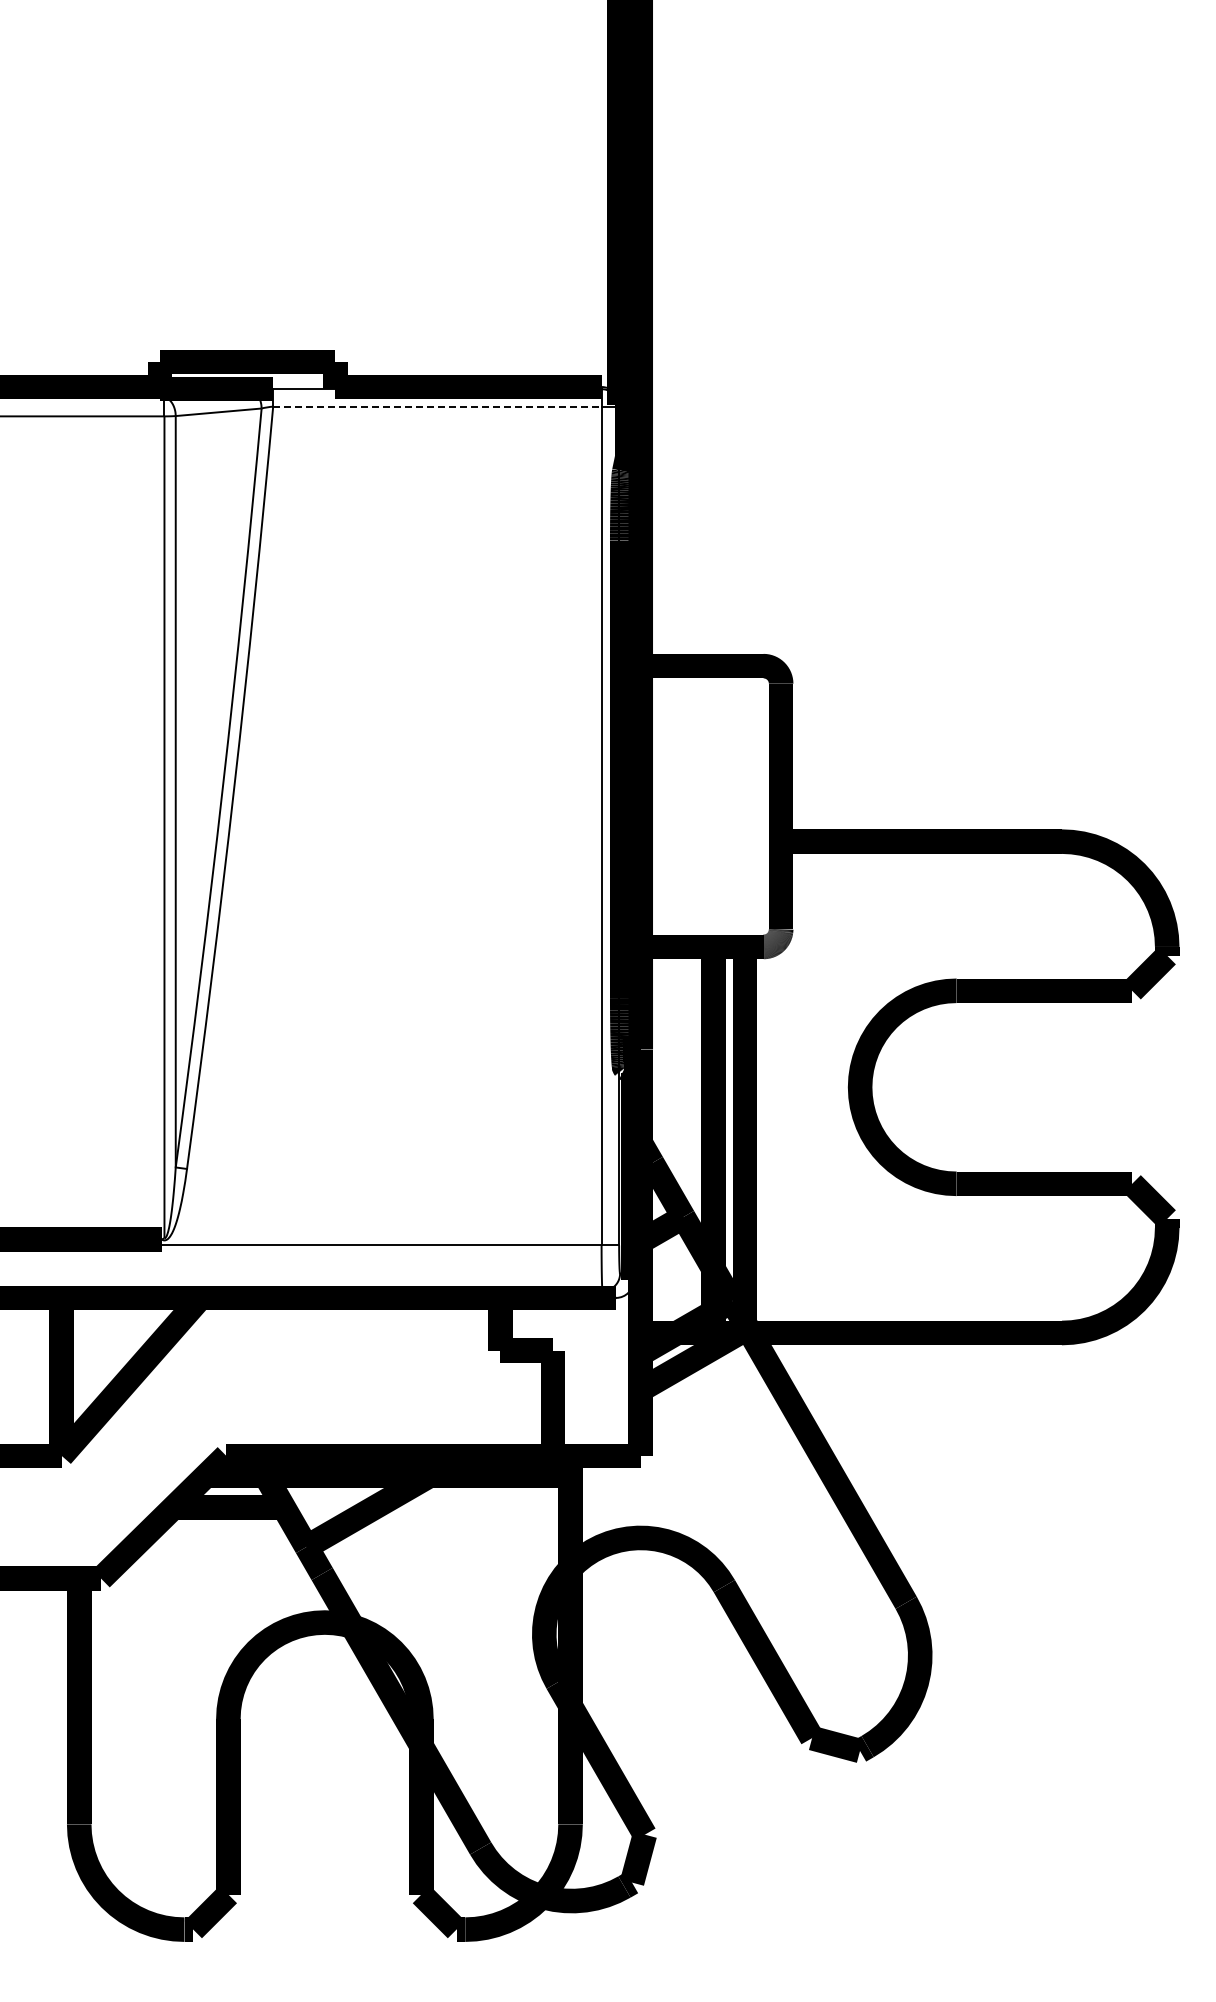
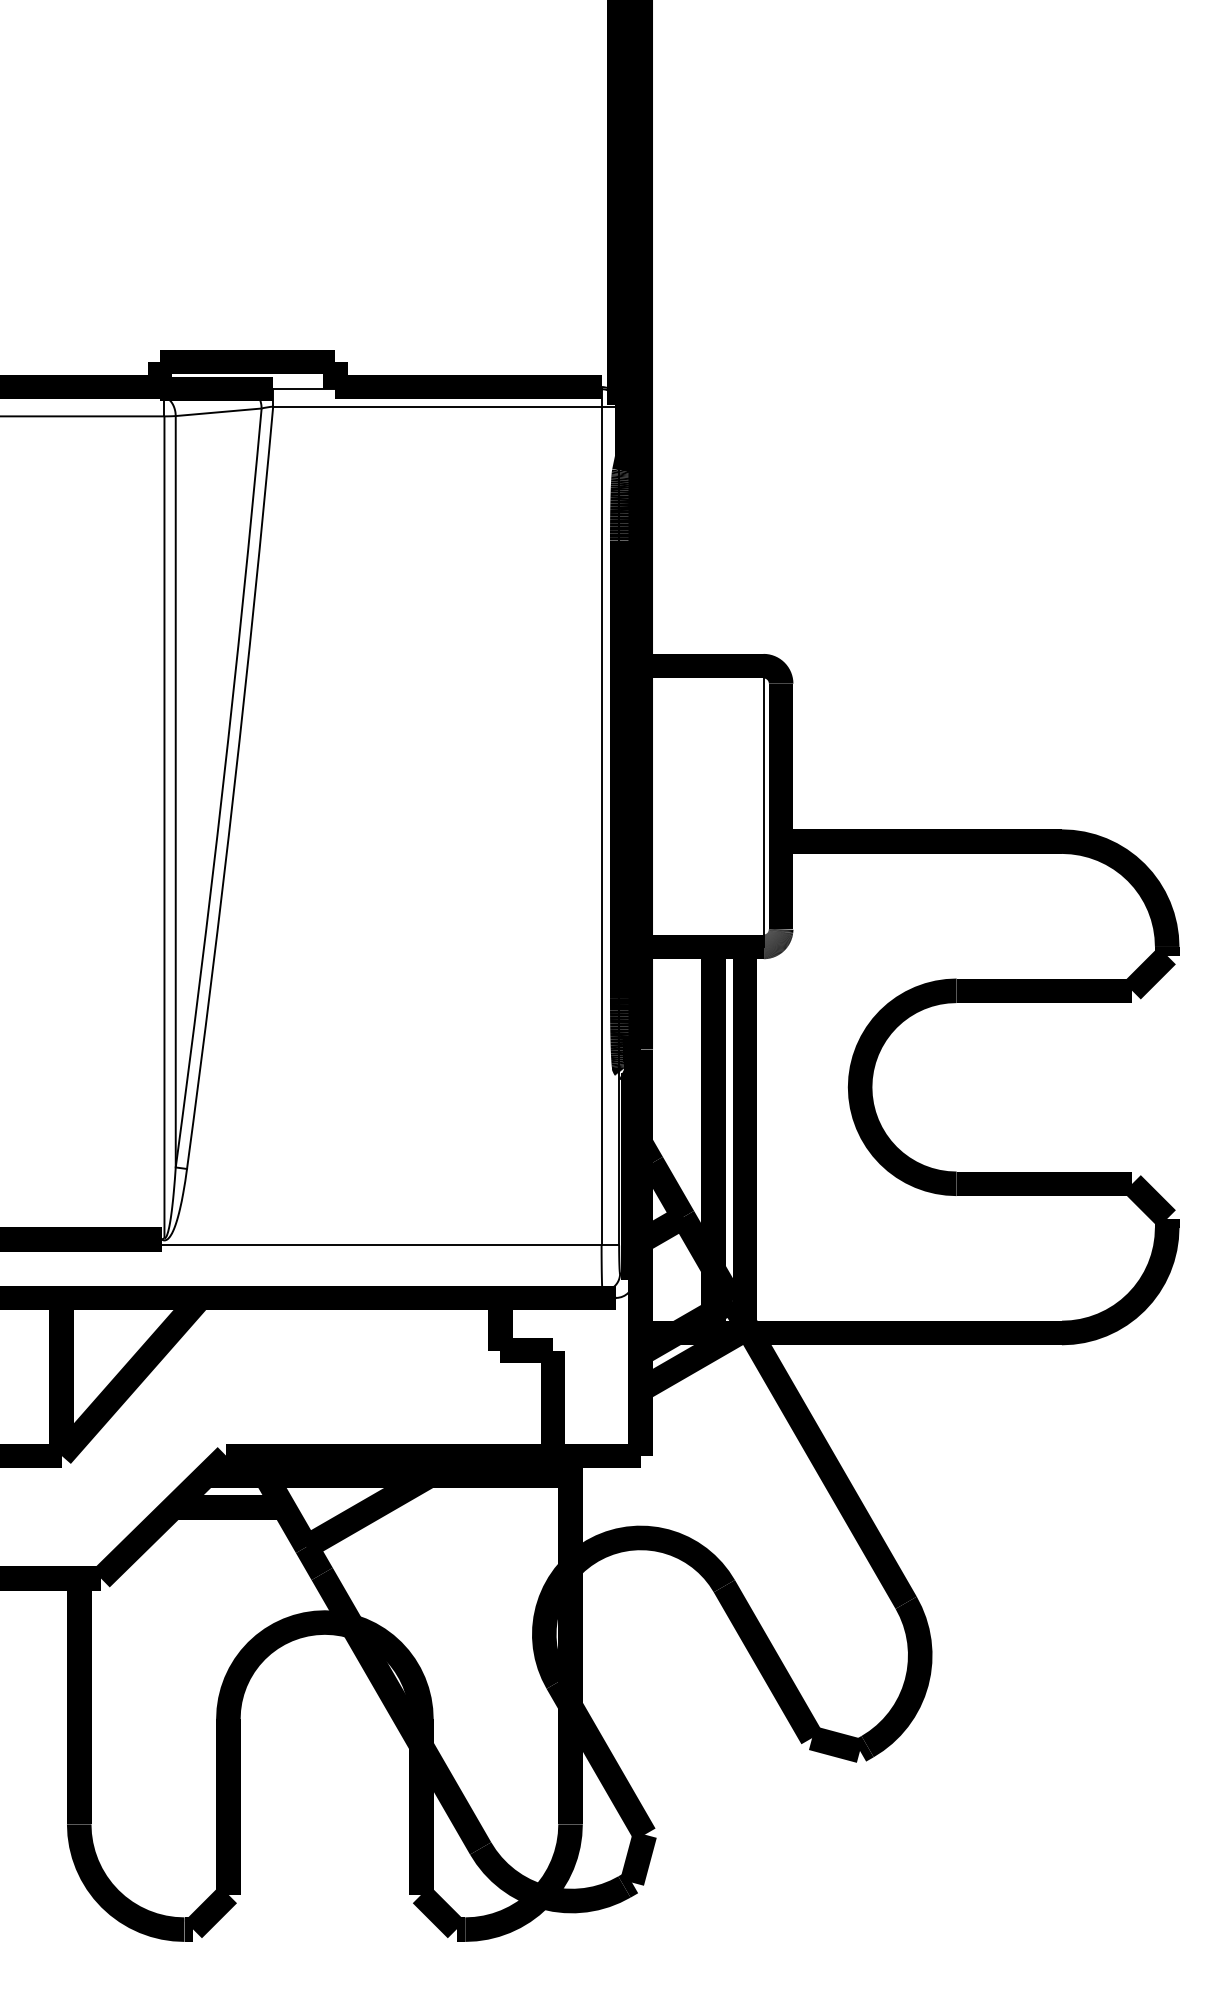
line at (437, 406): dashed -> solid
line at (763, 806): none -> present
